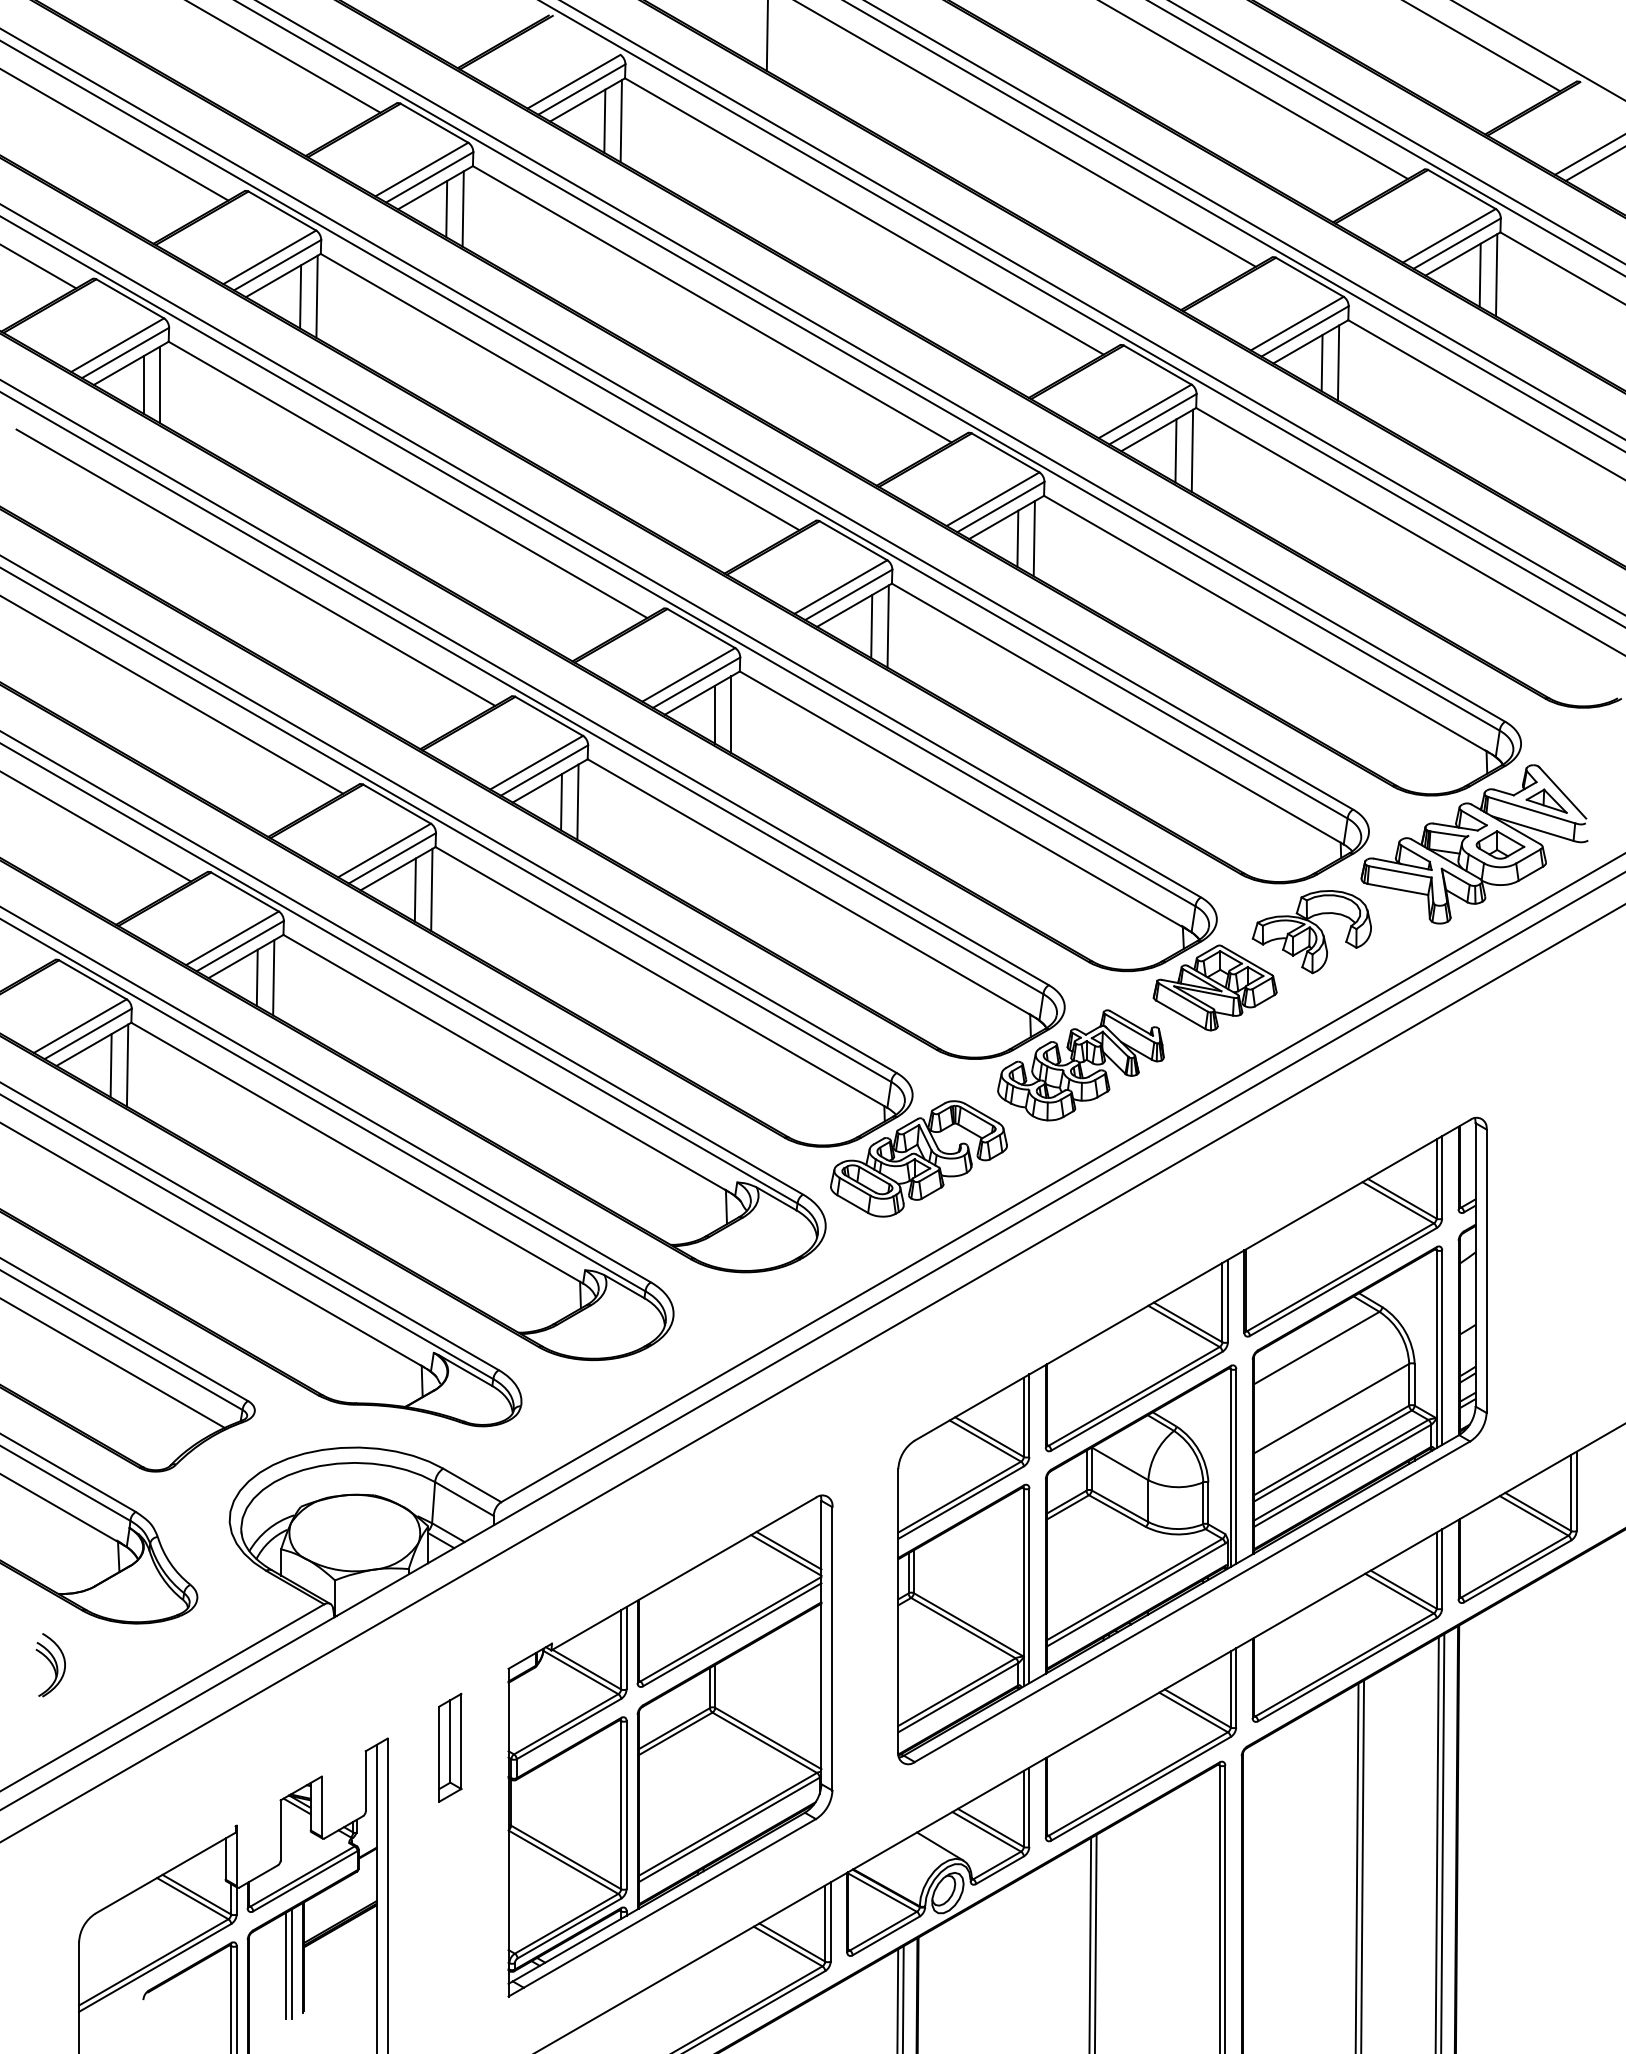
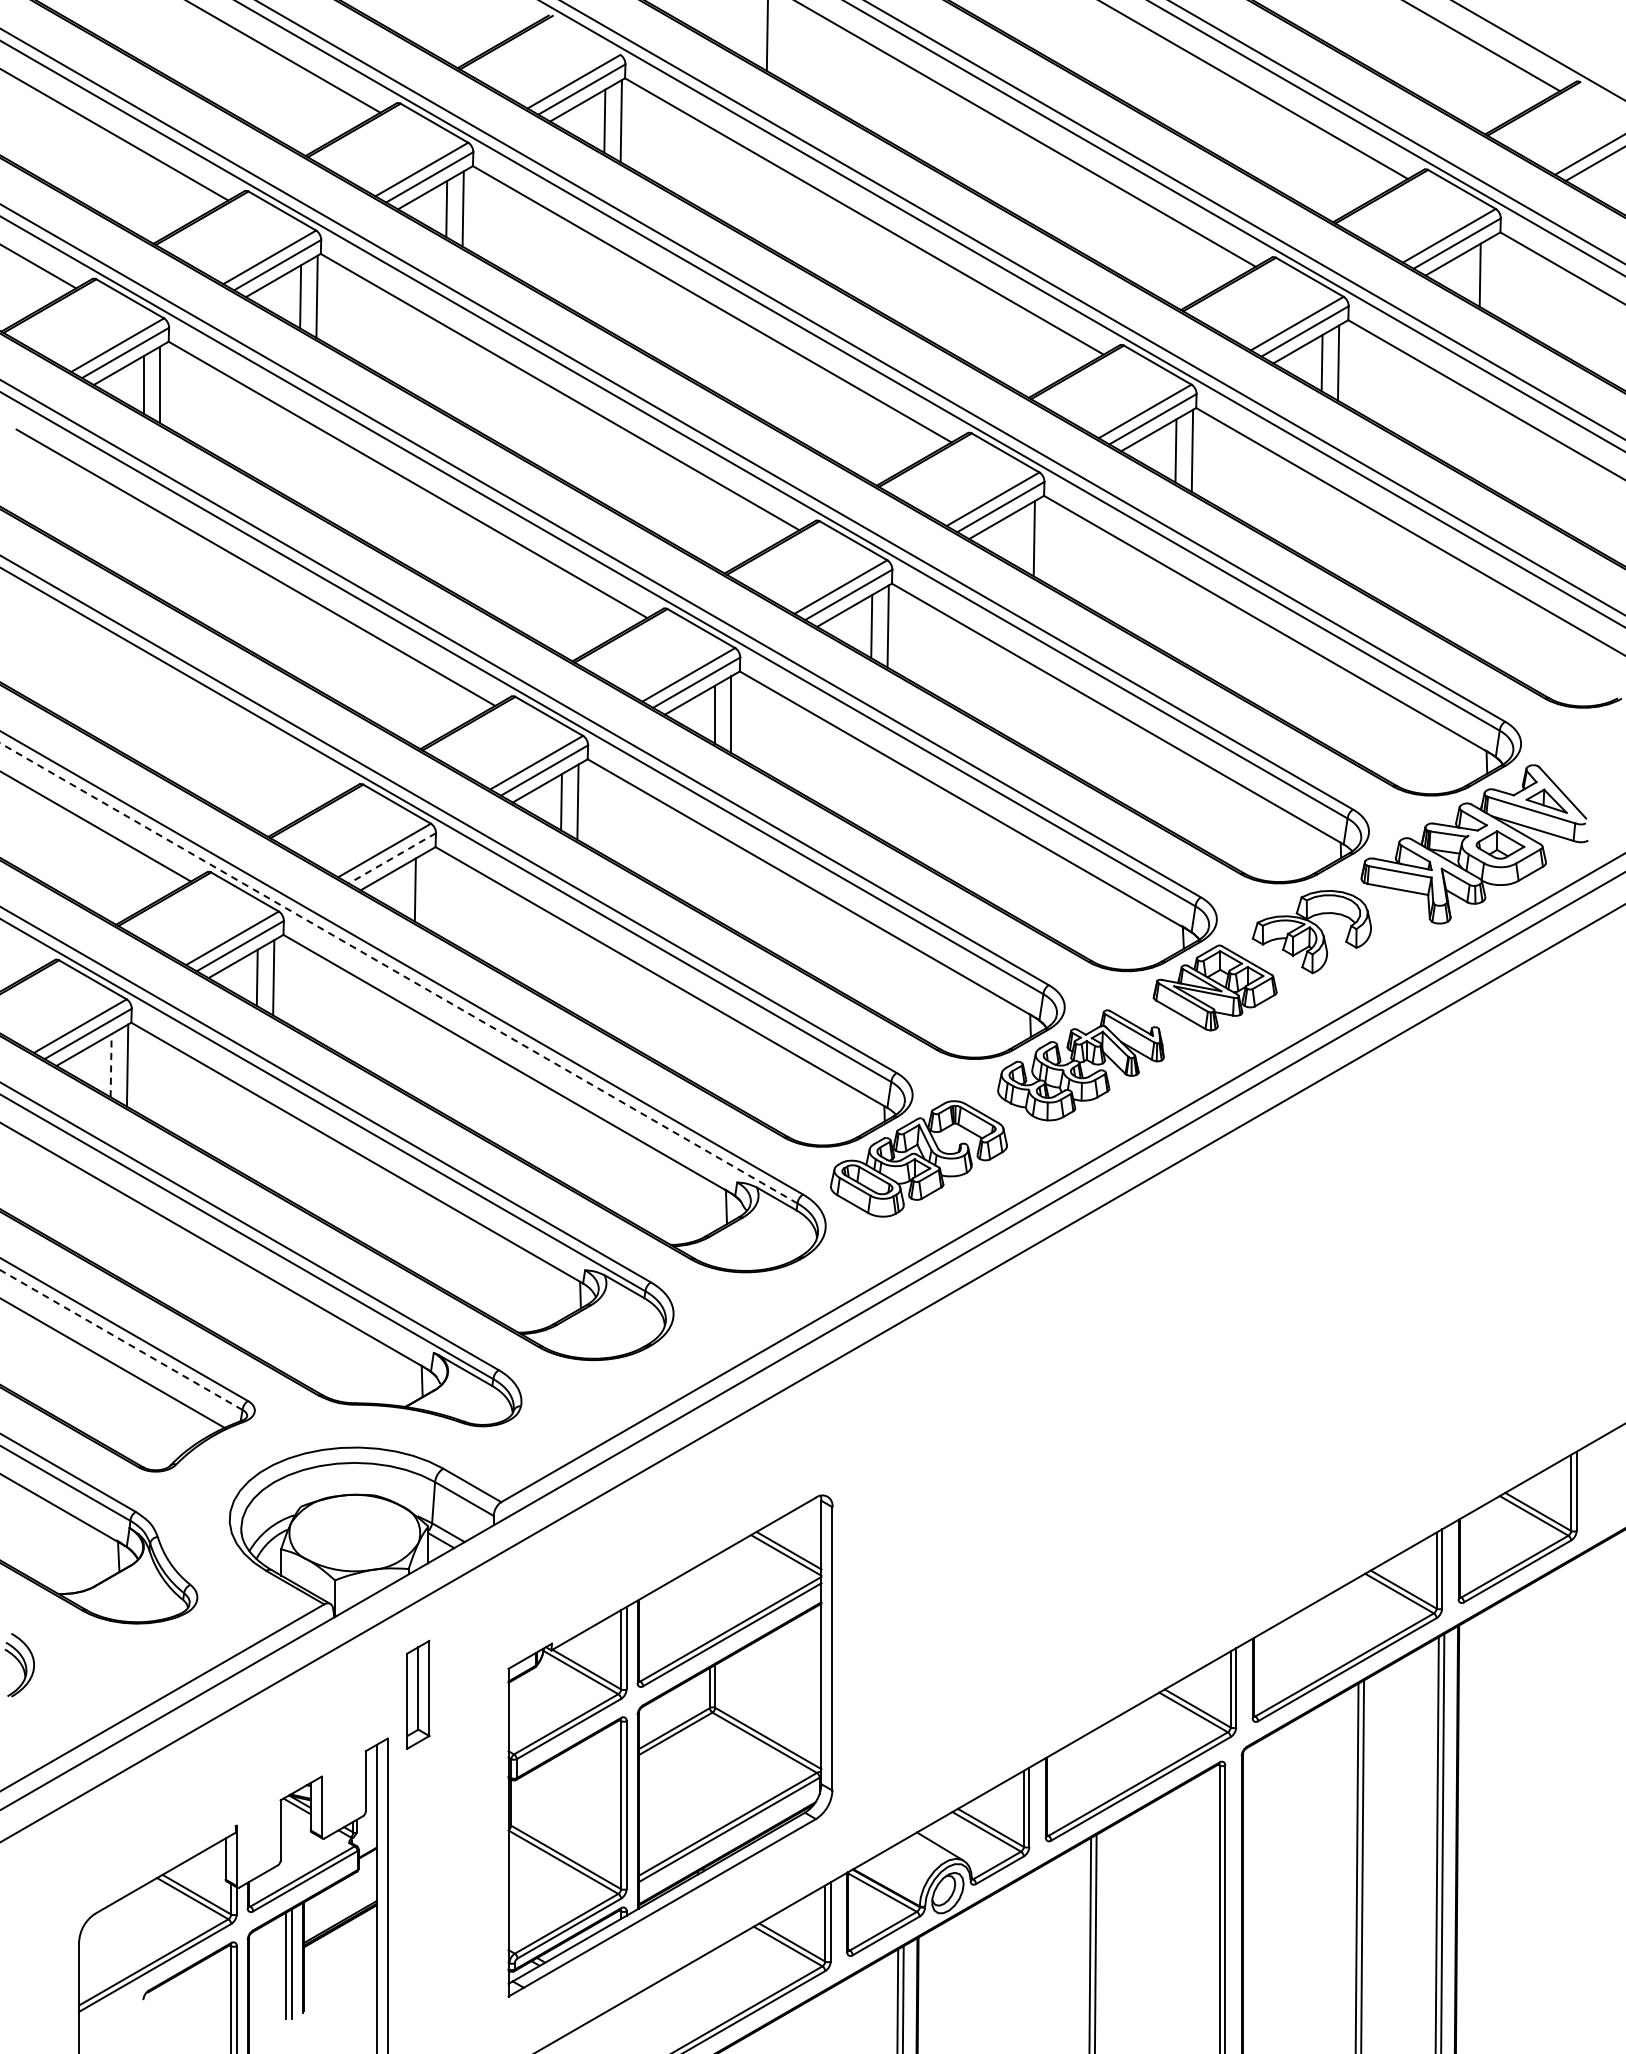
line at (1496, 275): present -> none
line at (1017, 538): present -> none
line at (172, 694): present -> none
line at (391, 858): solid -> dashed
line at (431, 889): present -> none
line at (398, 973): solid -> dashed
line at (111, 1065): solid -> dashed
line at (121, 1340): solid -> dashed
part at (1192, 1440): present -> none
part at (50, 1665) position: (50, 1665) -> (19, 1665)
part at (450, 1747) position: (450, 1747) -> (418, 1694)
